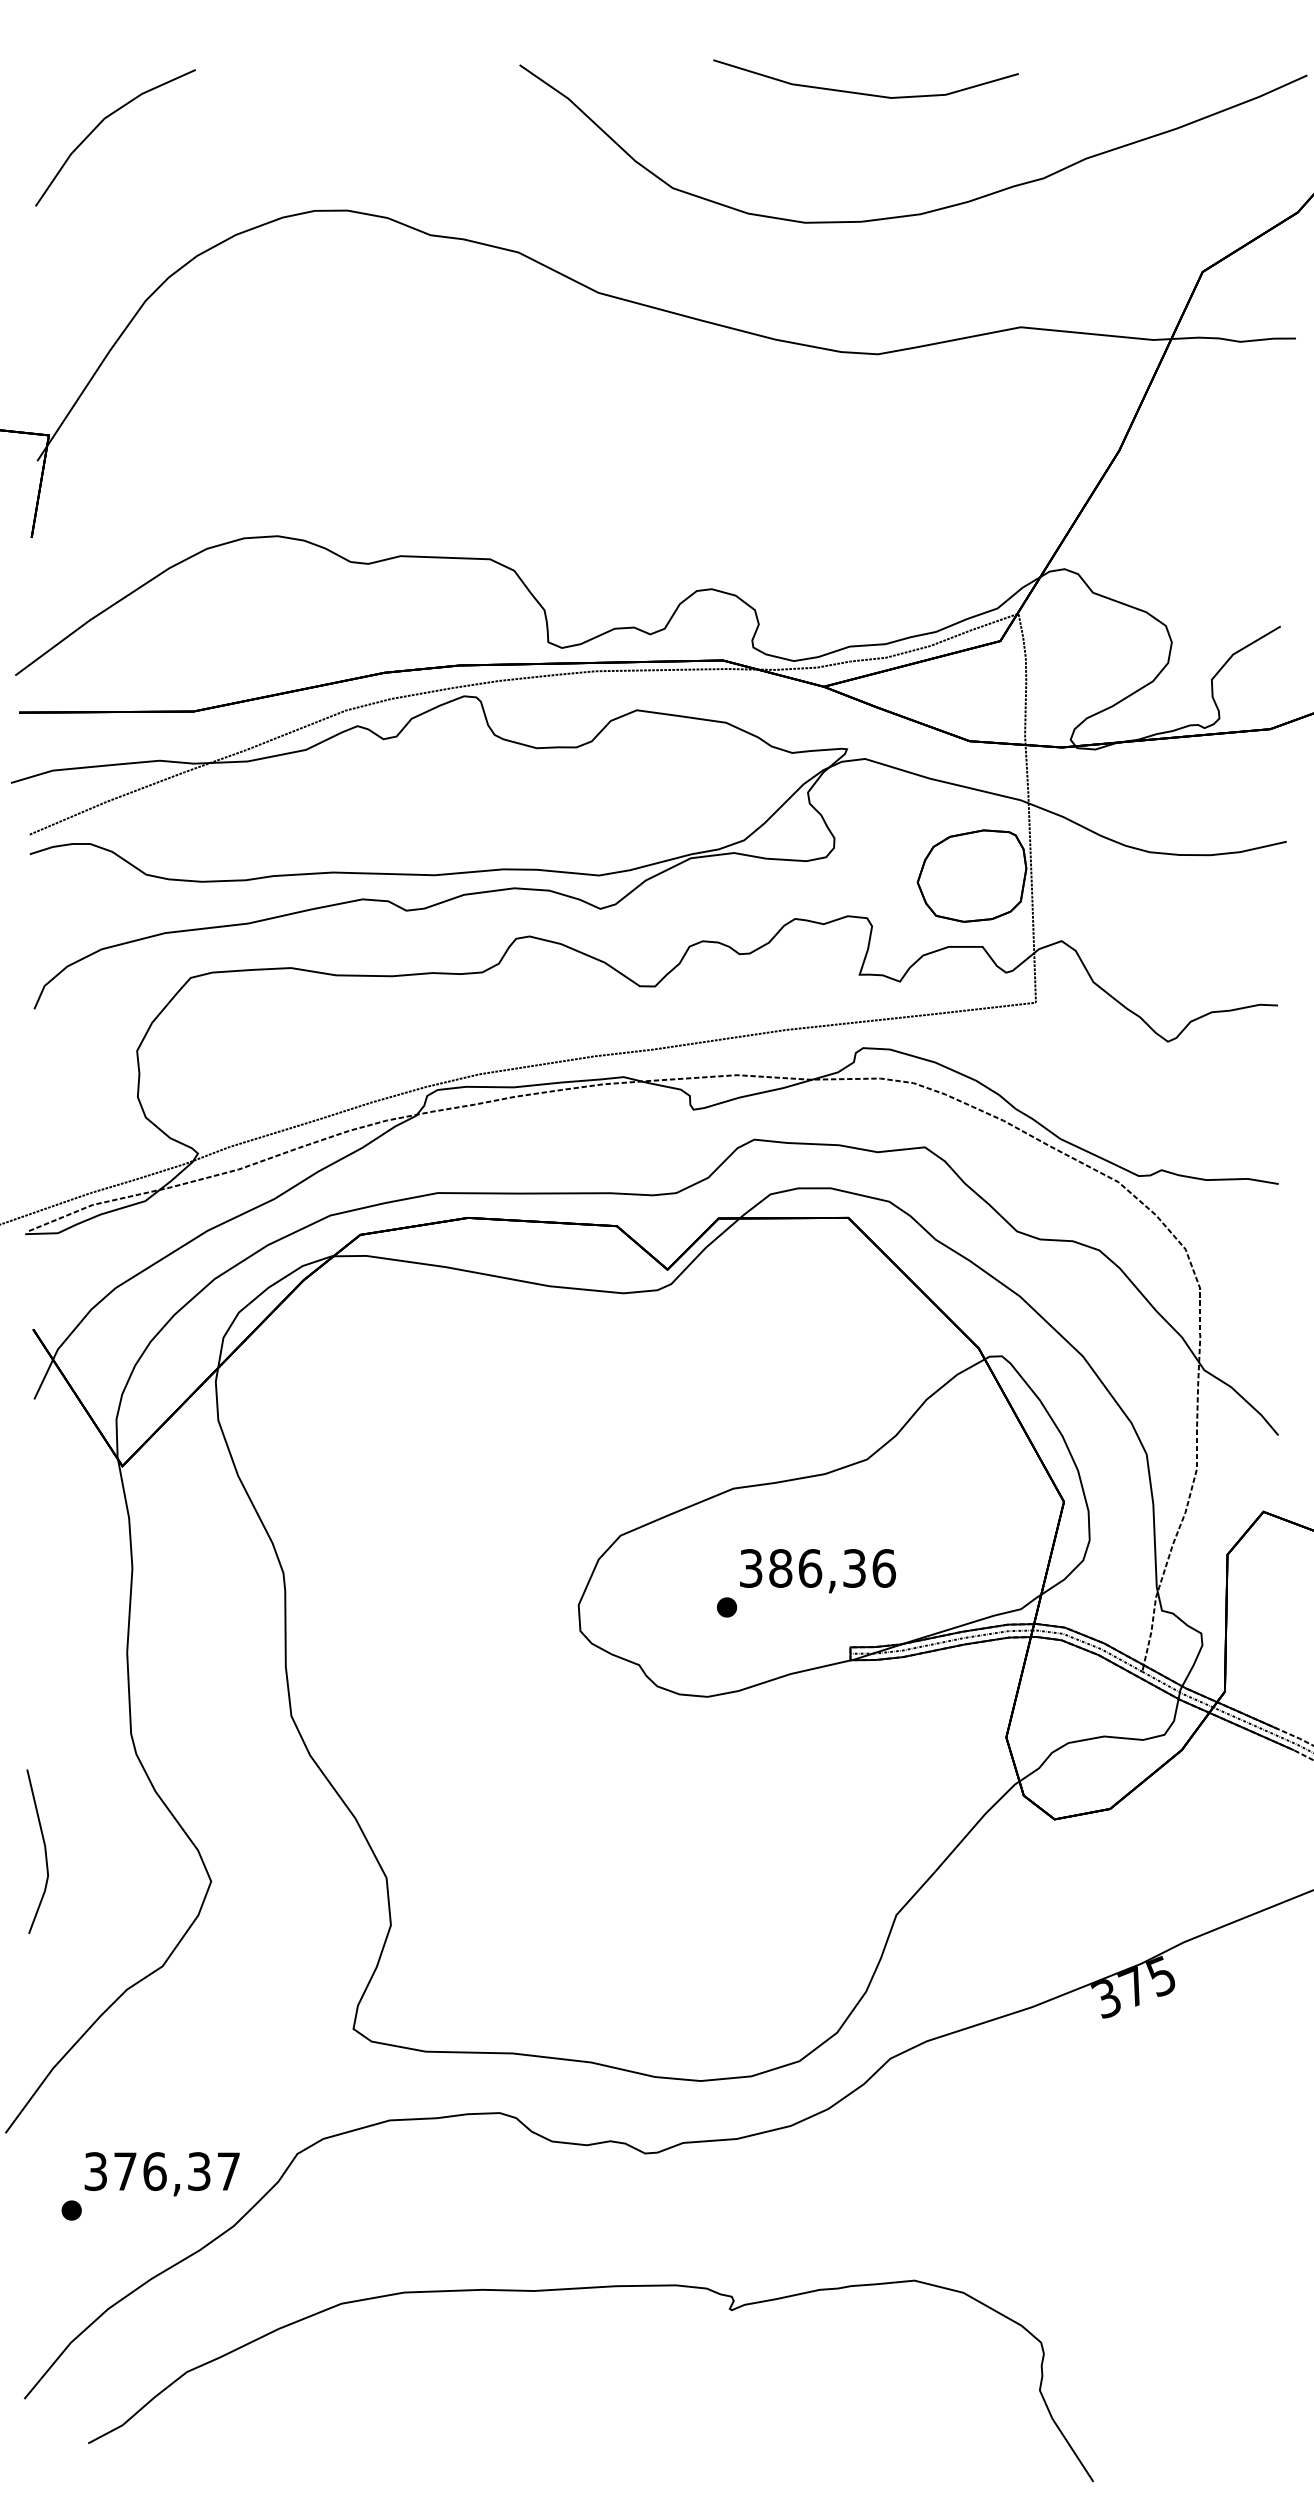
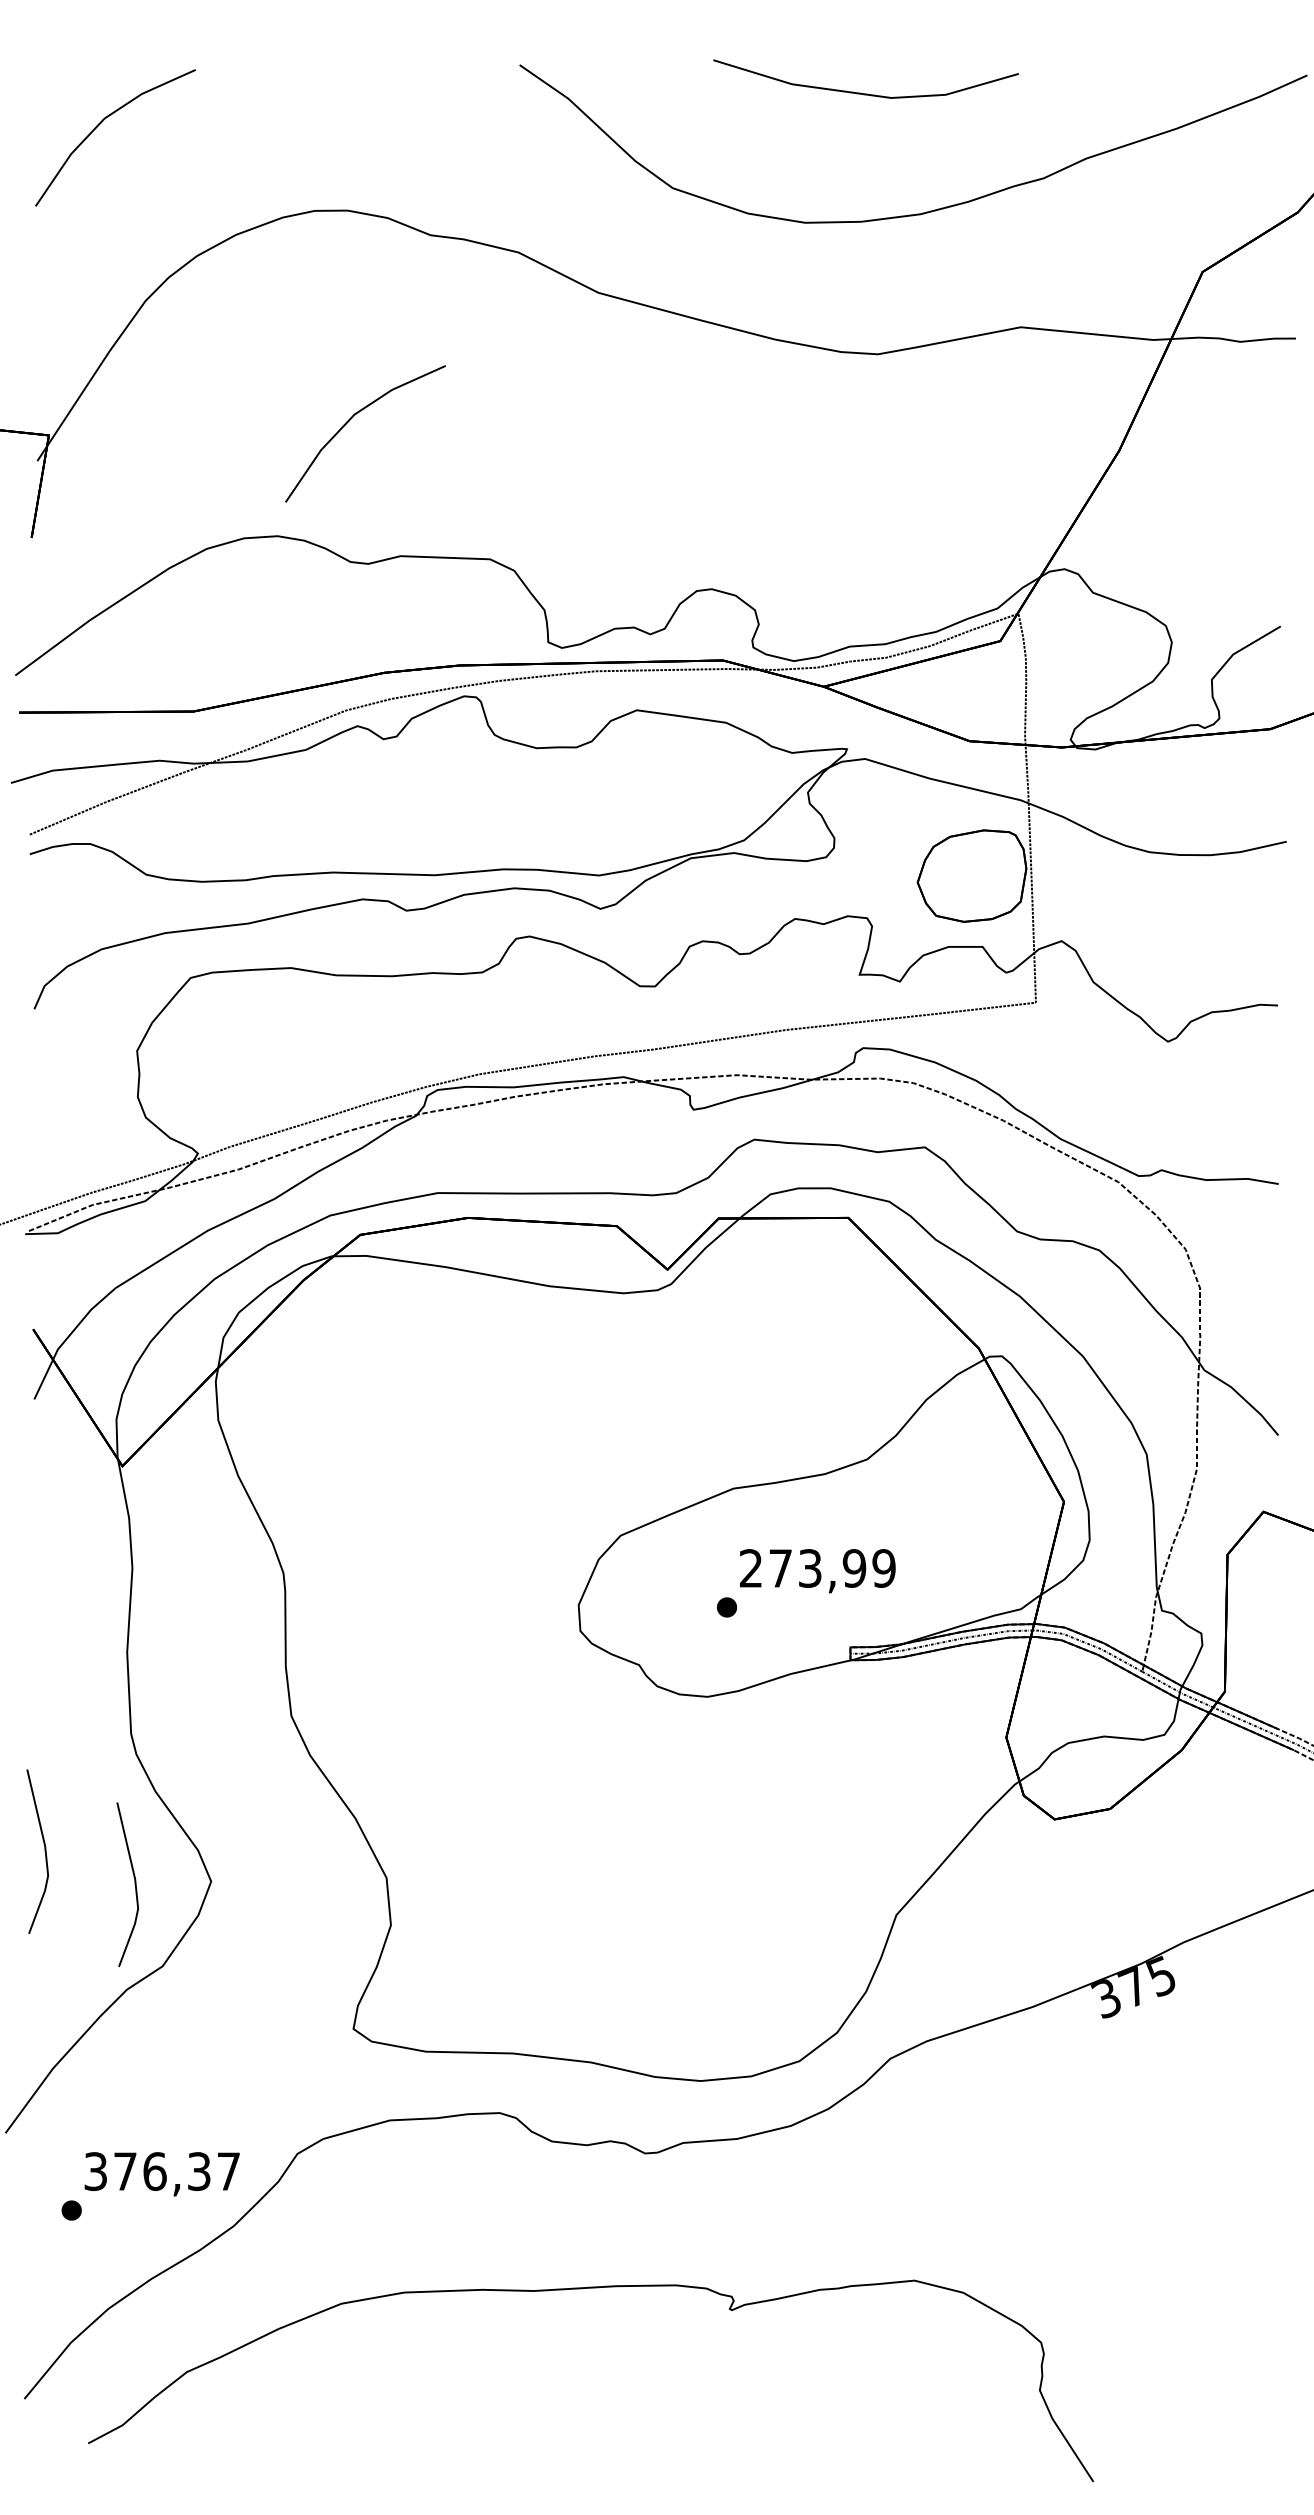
line at (351, 419): none -> present
text at (817, 1568): 386,36 -> 273,99
line at (134, 1884): none -> present
